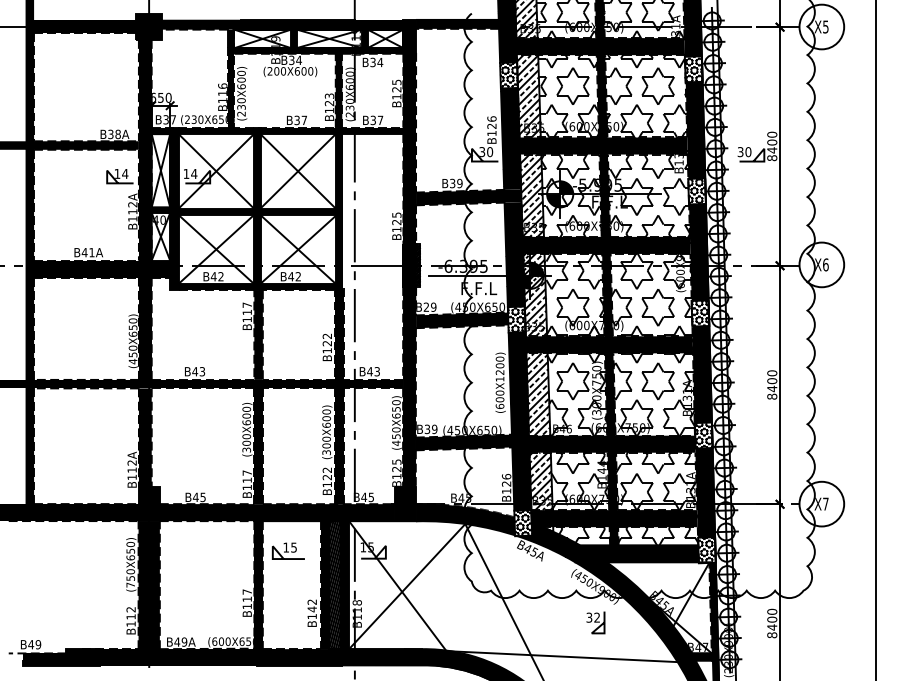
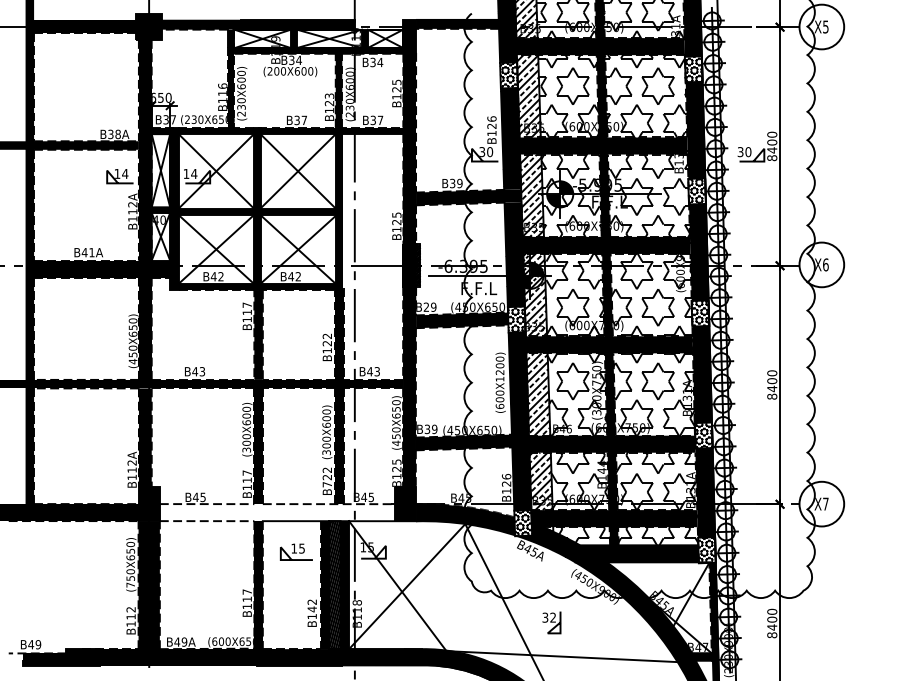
fill at (378, 24): present -> none
line at (875, 339): present -> none
text at (326, 484): B122 -> B722
fill at (276, 512): present -> none
part at (287, 550) position: (287, 550) -> (295, 551)
part at (595, 622) position: (595, 622) -> (551, 622)
